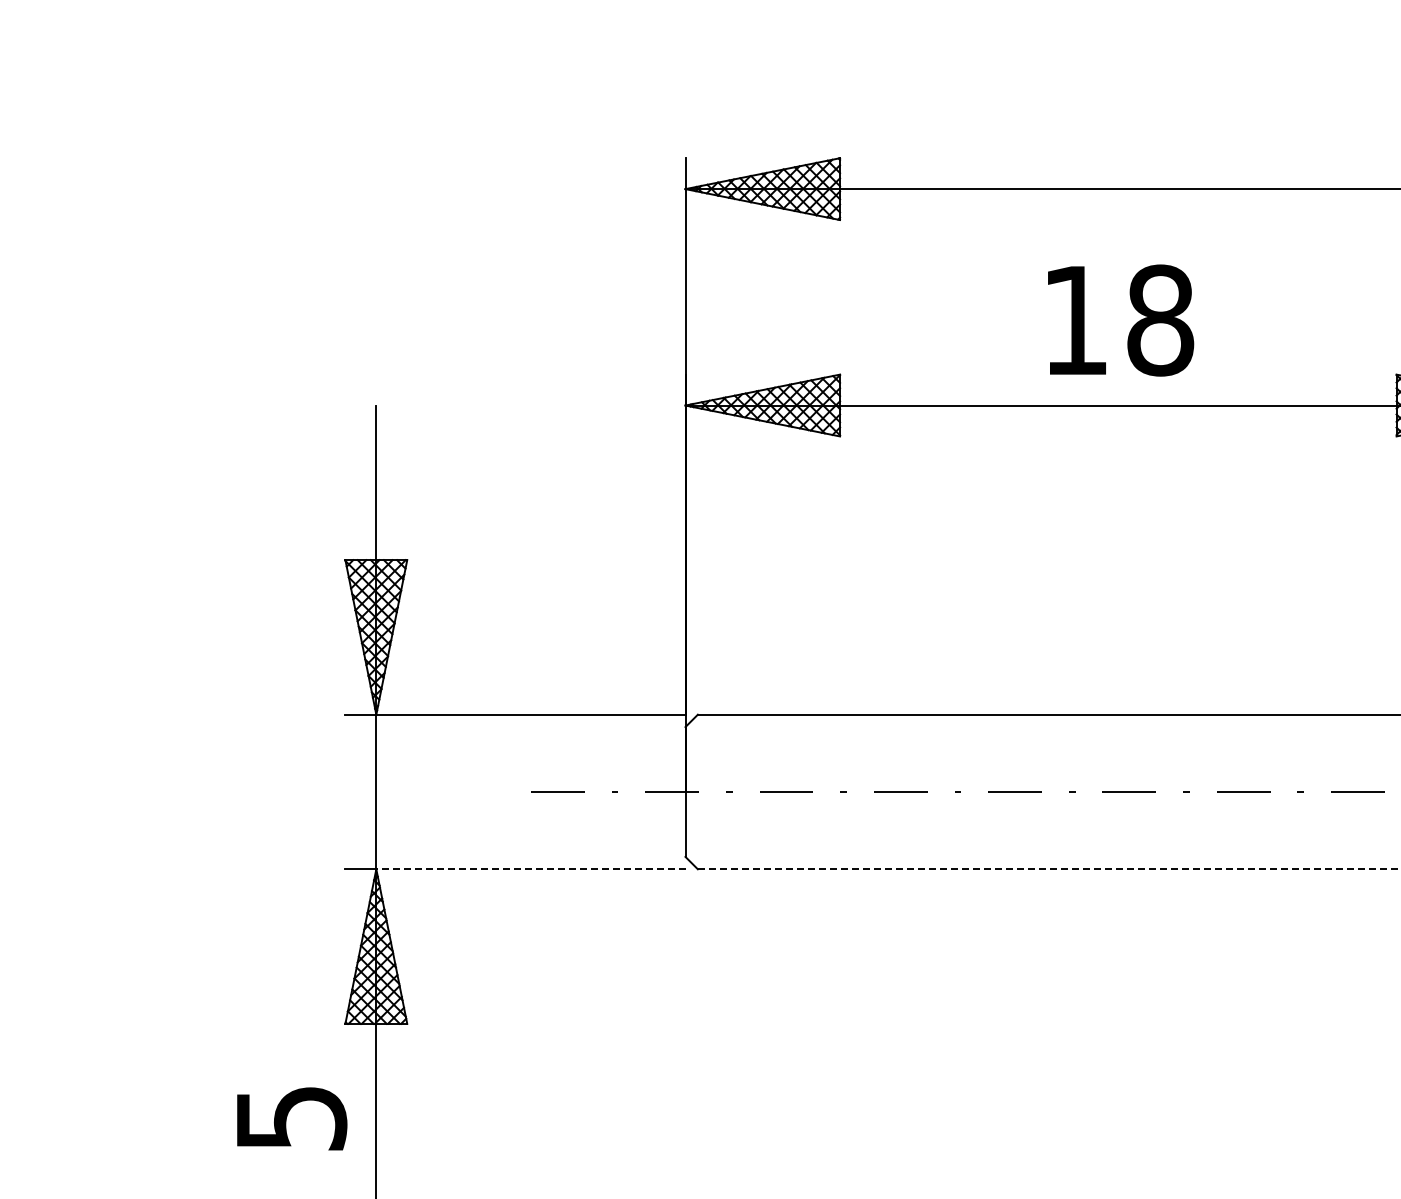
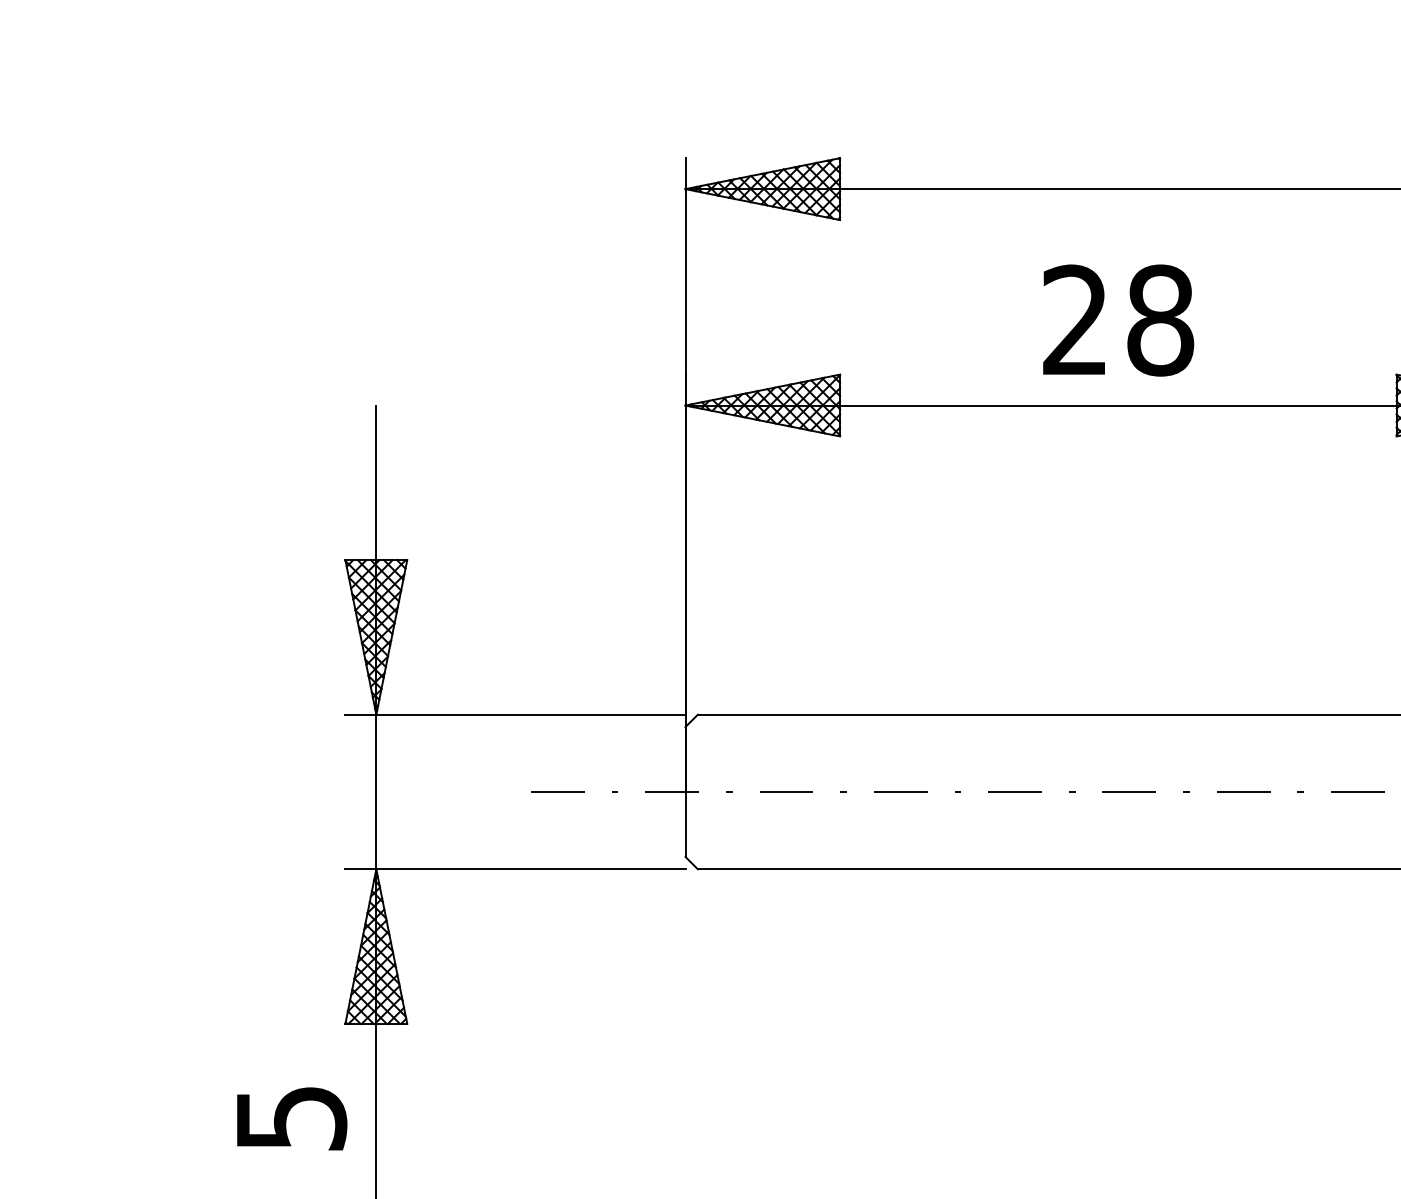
text at (1074, 319): 18 -> 28
line at (530, 869): dashed -> solid
line at (1049, 869): dashed -> solid
